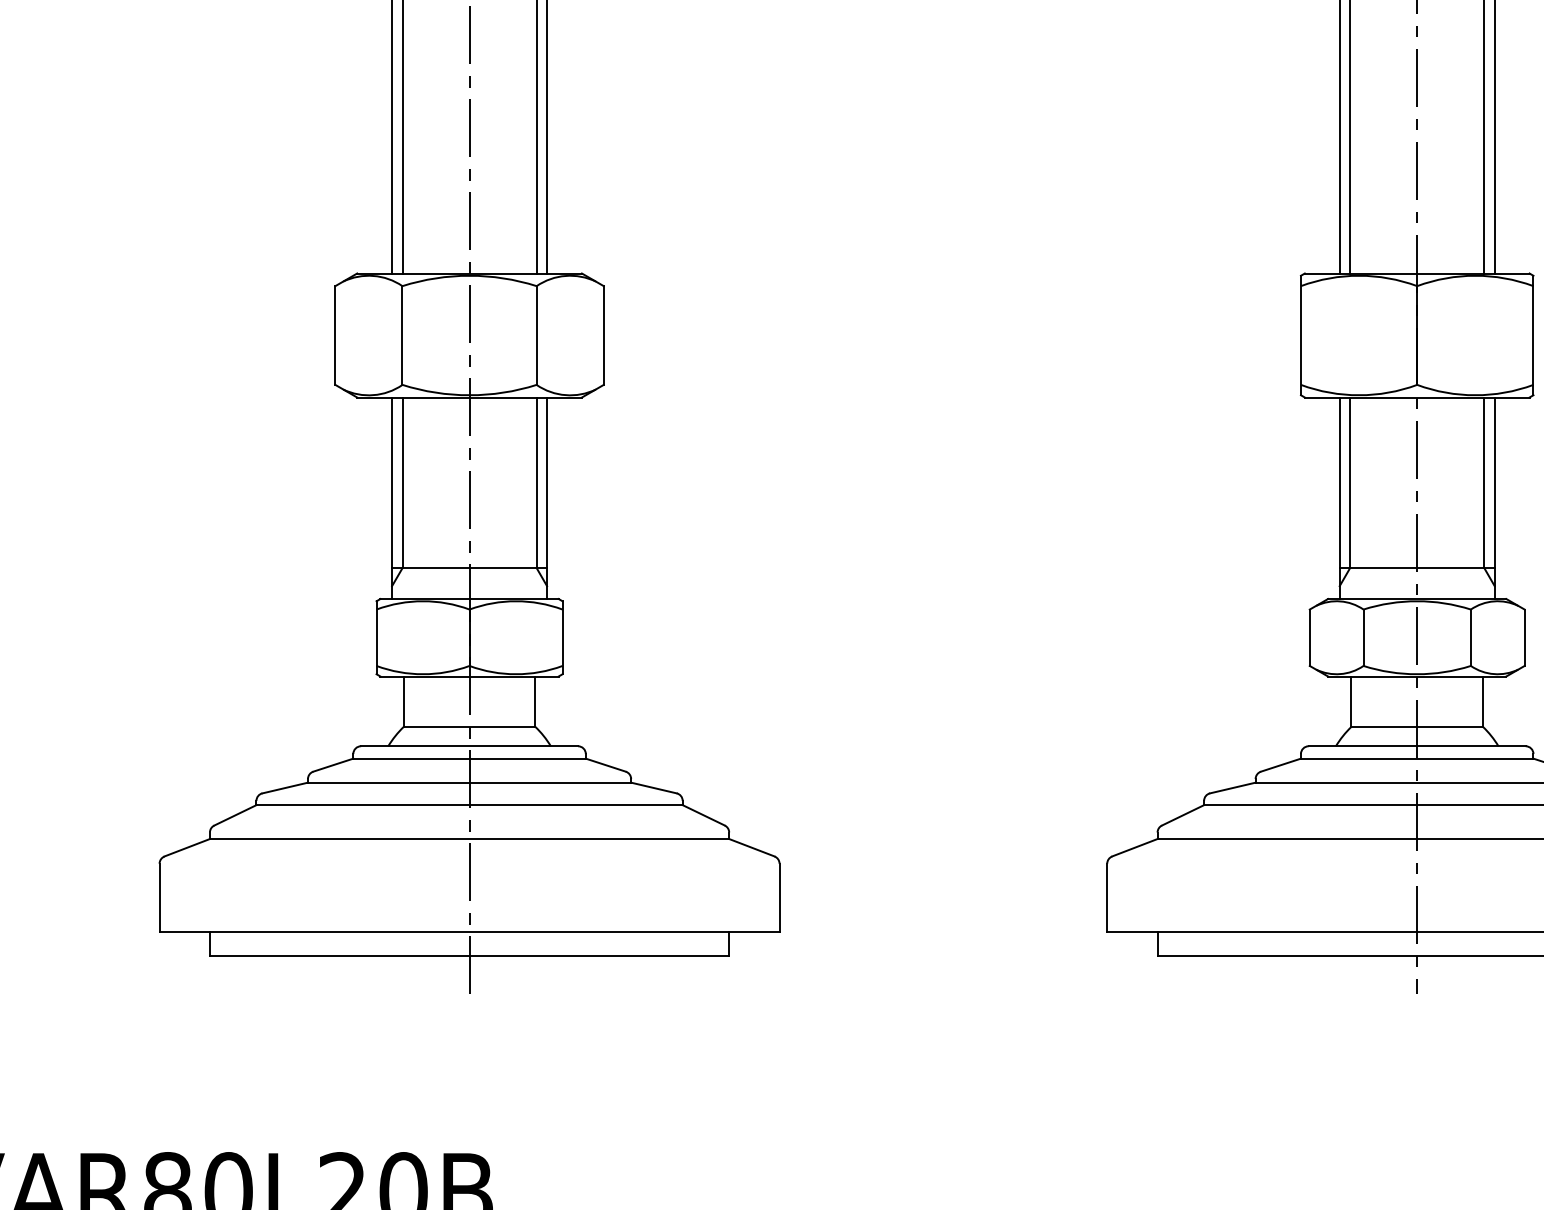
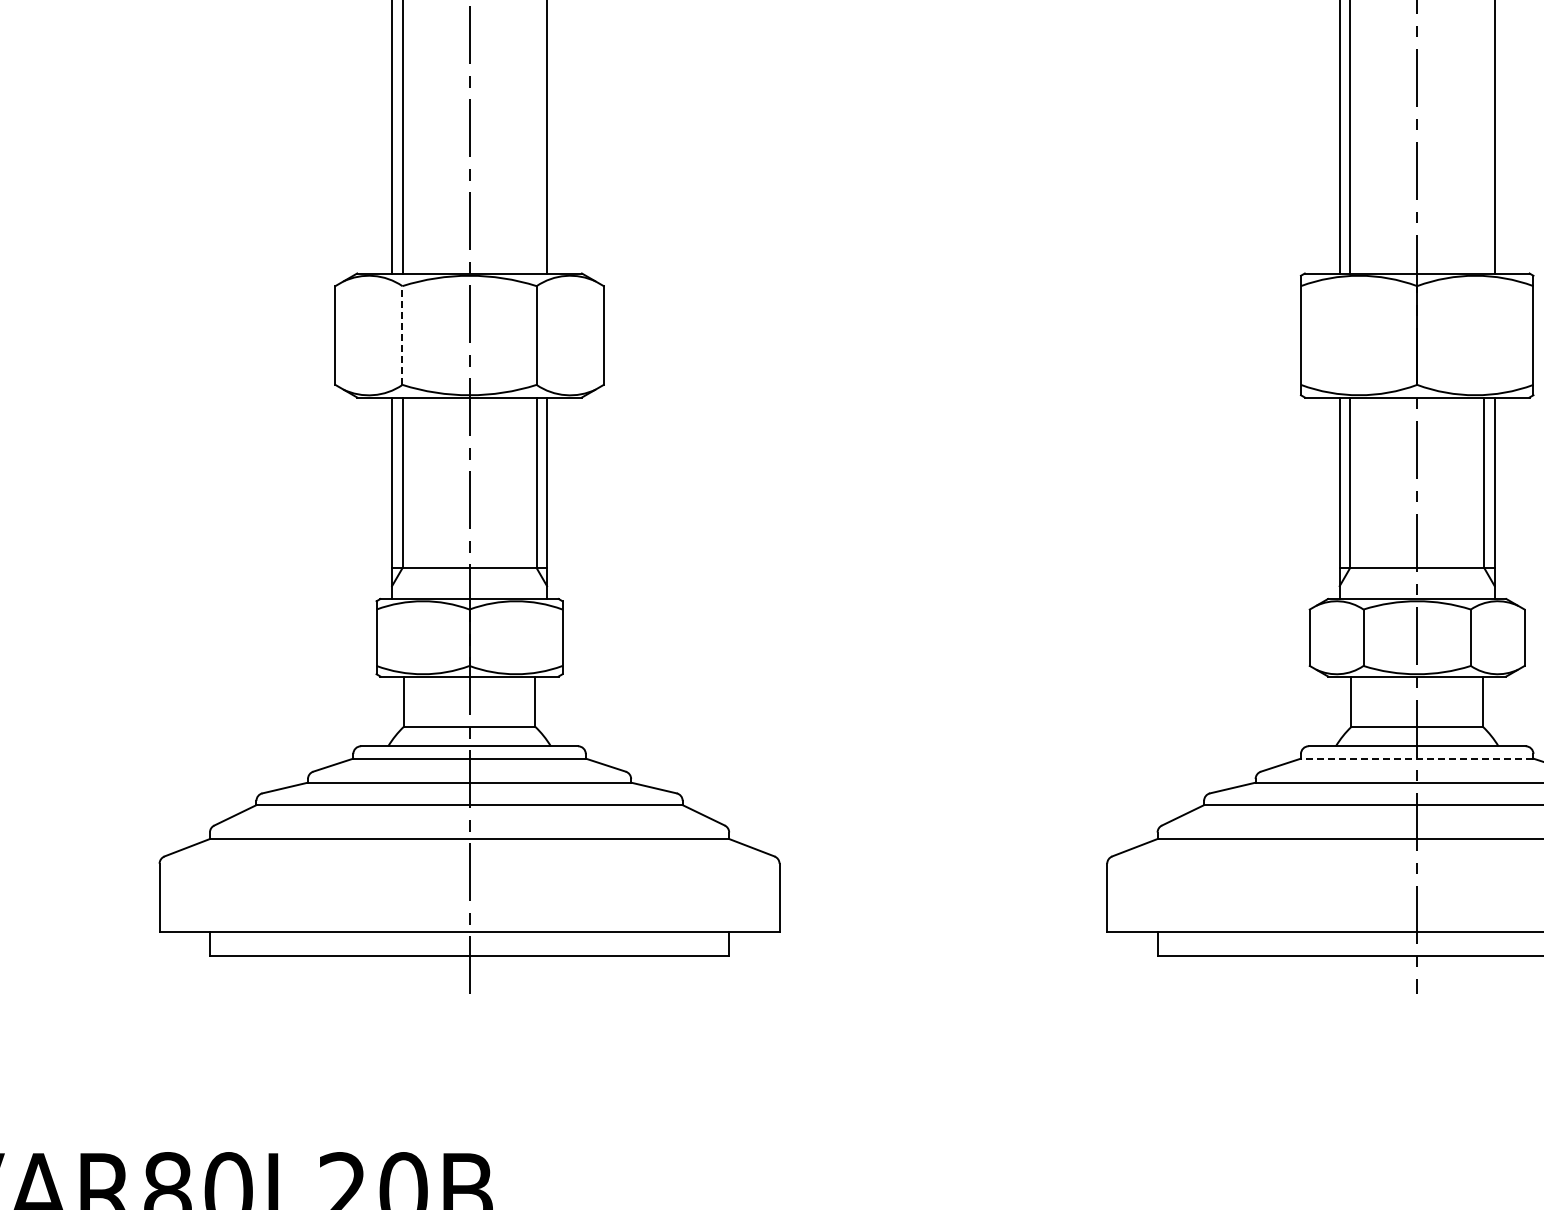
line at (536, 137): present -> none
line at (1484, 137): present -> none
line at (402, 335): solid -> dashed
line at (1416, 758): solid -> dashed
